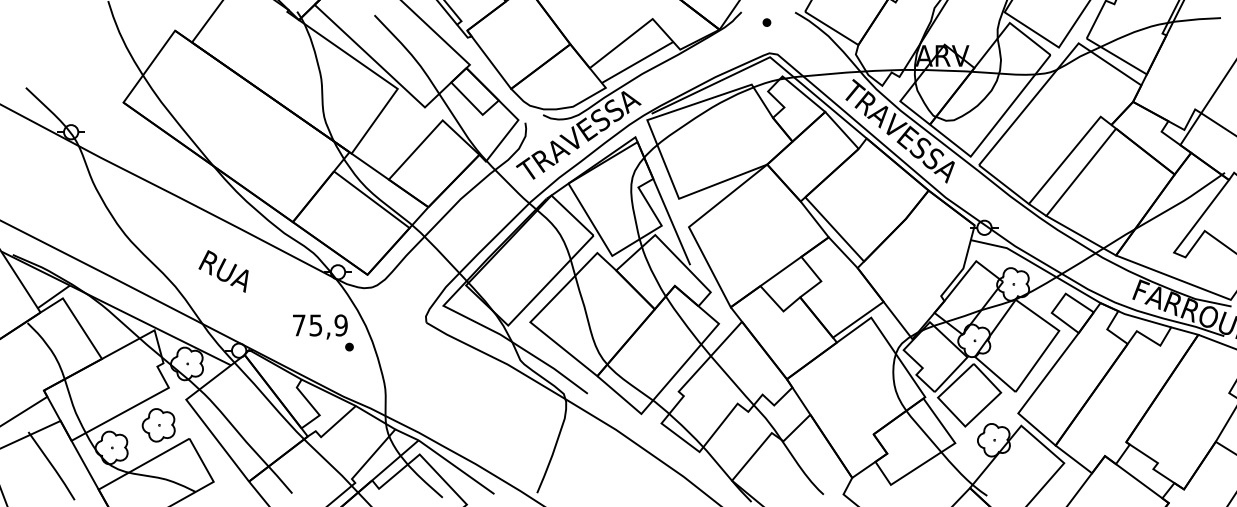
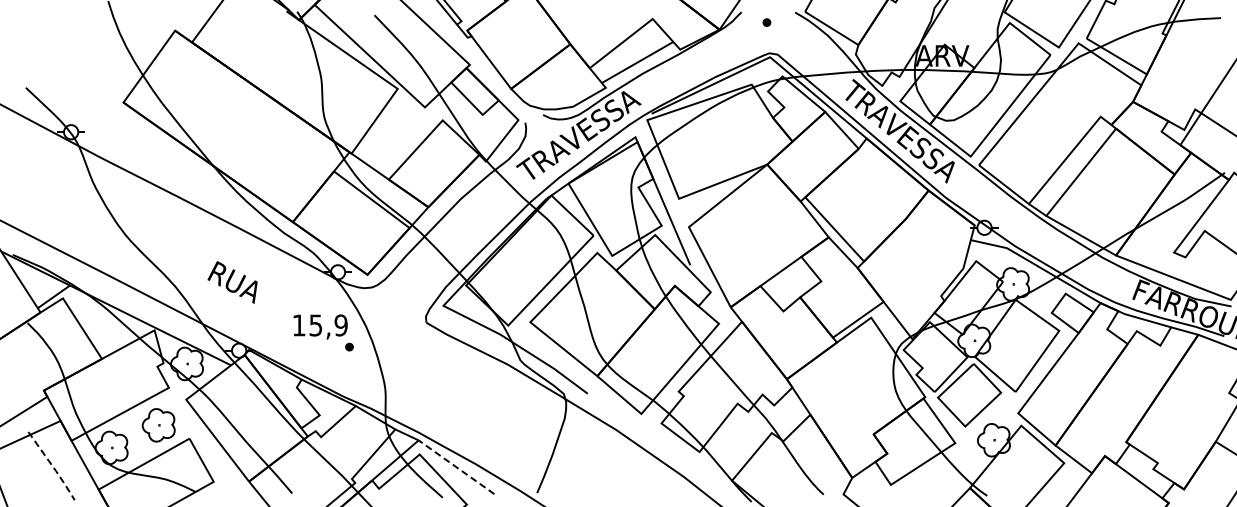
text at (223, 271) position: (223, 271) -> (232, 282)
text at (299, 325): 75,9 -> 15,9
line at (456, 466): solid -> dashed
line at (53, 467): solid -> dashed
